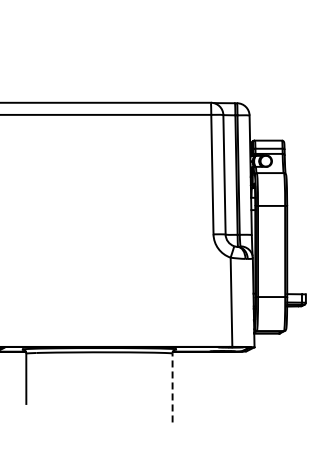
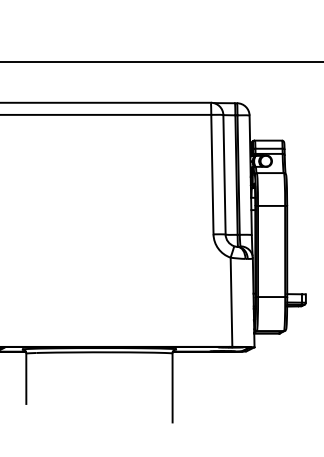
line at (161, 61): none -> present
line at (172, 387): dashed -> solid
